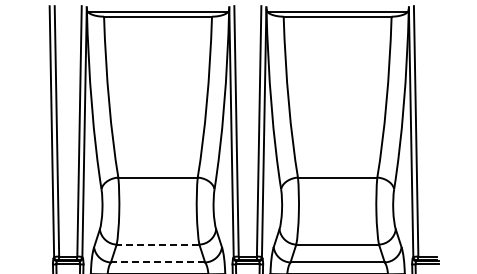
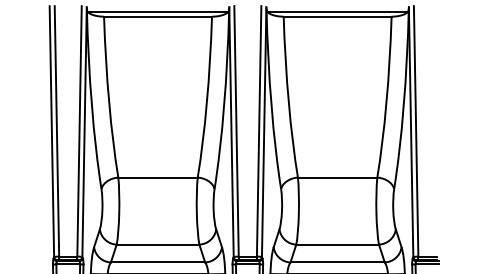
line at (157, 244): dashed -> solid
line at (157, 262): dashed -> solid
